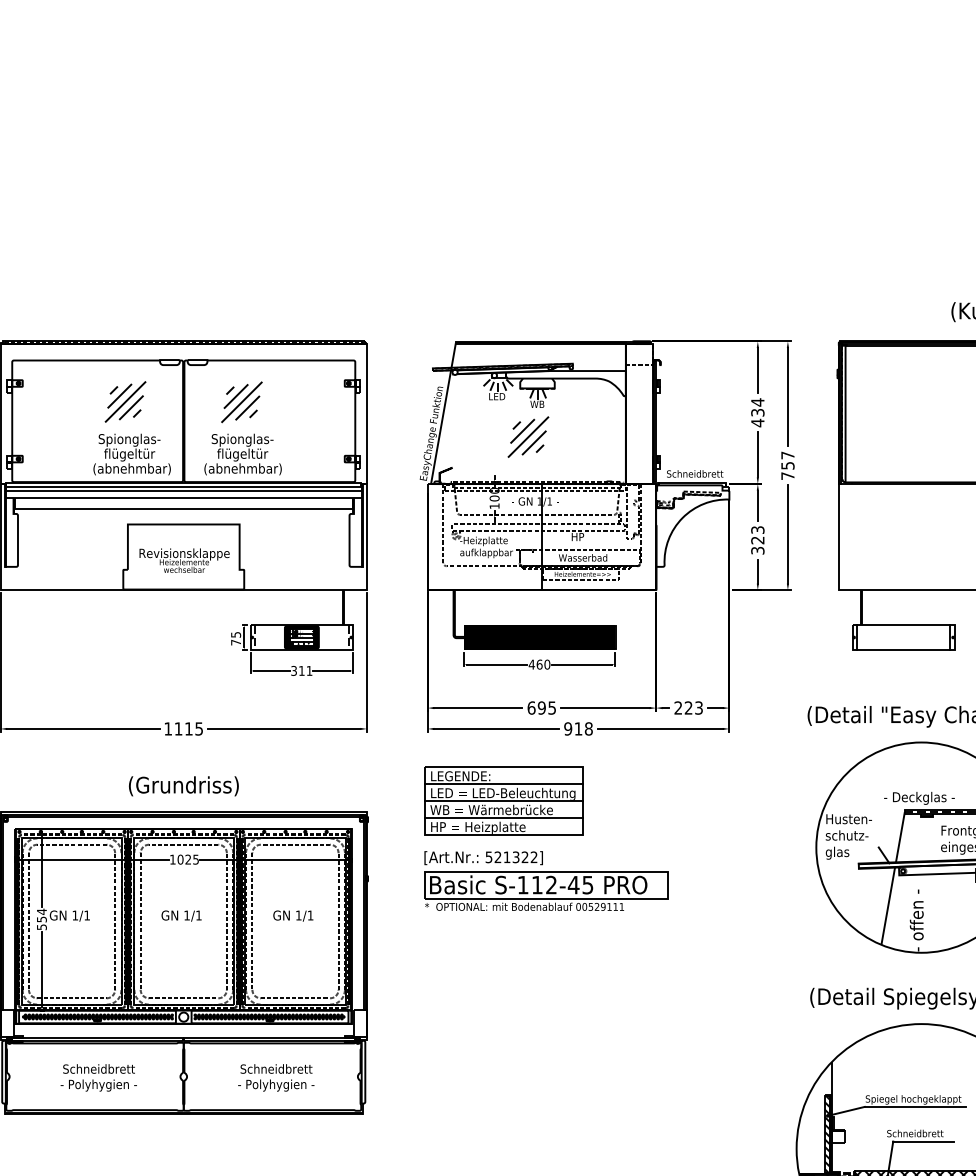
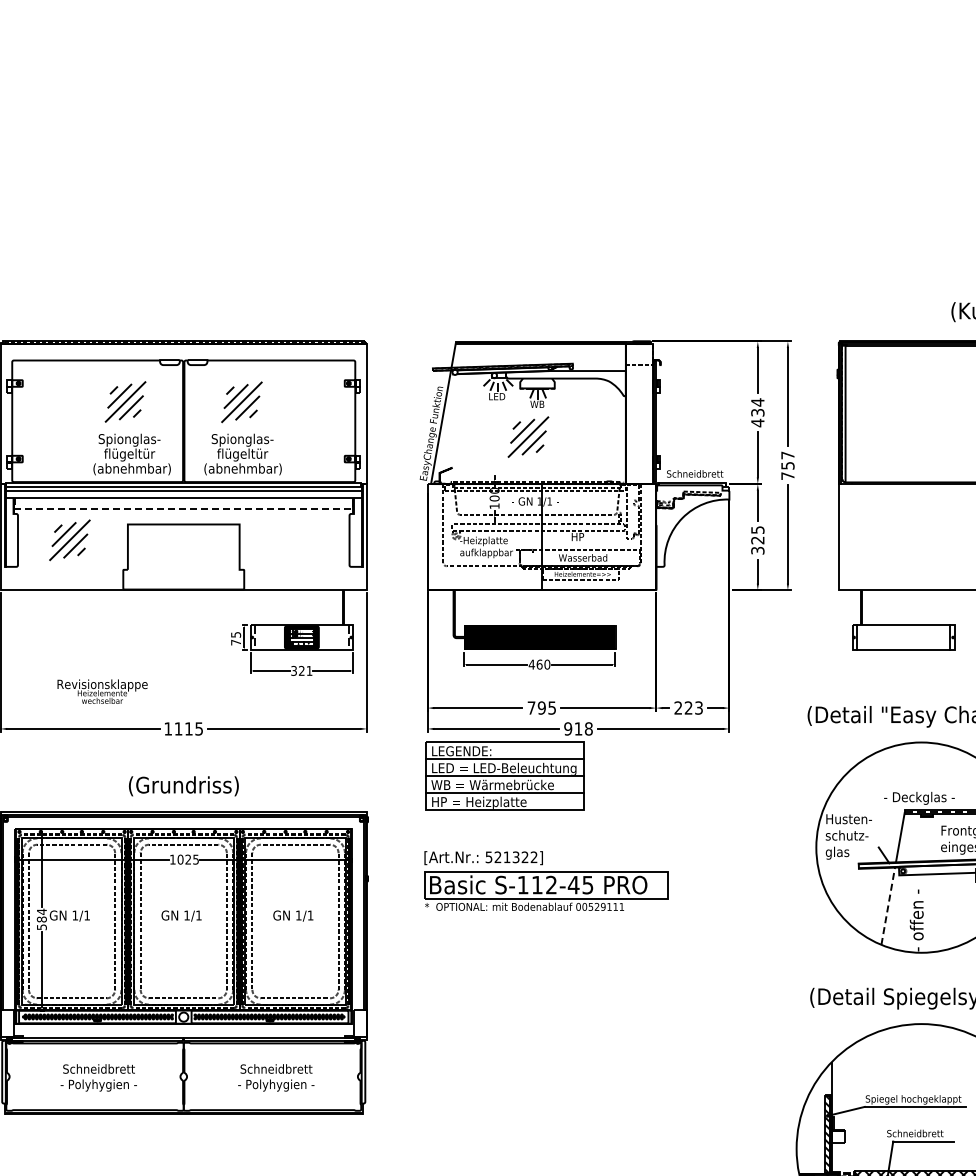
line at (184, 509): solid -> dashed
text at (757, 529): 323 -> 325
part at (69, 540): none -> present
text at (184, 560) position: (184, 560) -> (102, 691)
text at (301, 670): 311 -> 321
text at (531, 707): 695 -> 795
part at (503, 800) position: (503, 800) -> (504, 775)
line at (888, 905): solid -> dashed
text at (41, 919): 554 -> 584
